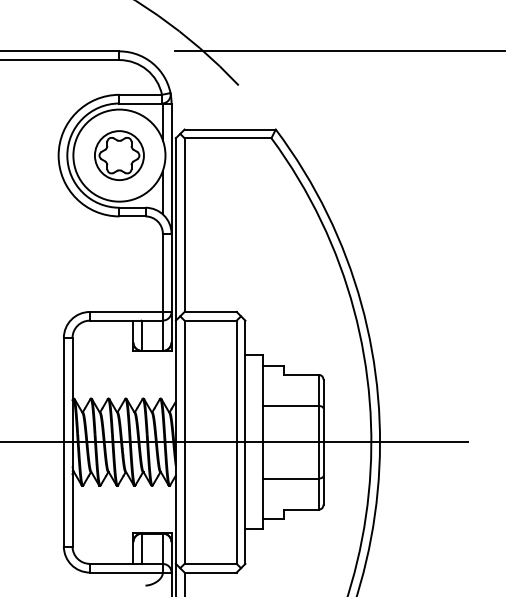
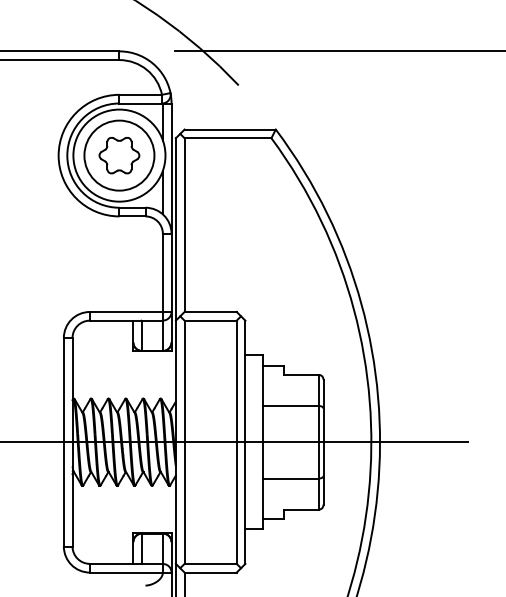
circle at (118, 155) diameter: 49 px -> 70 px
